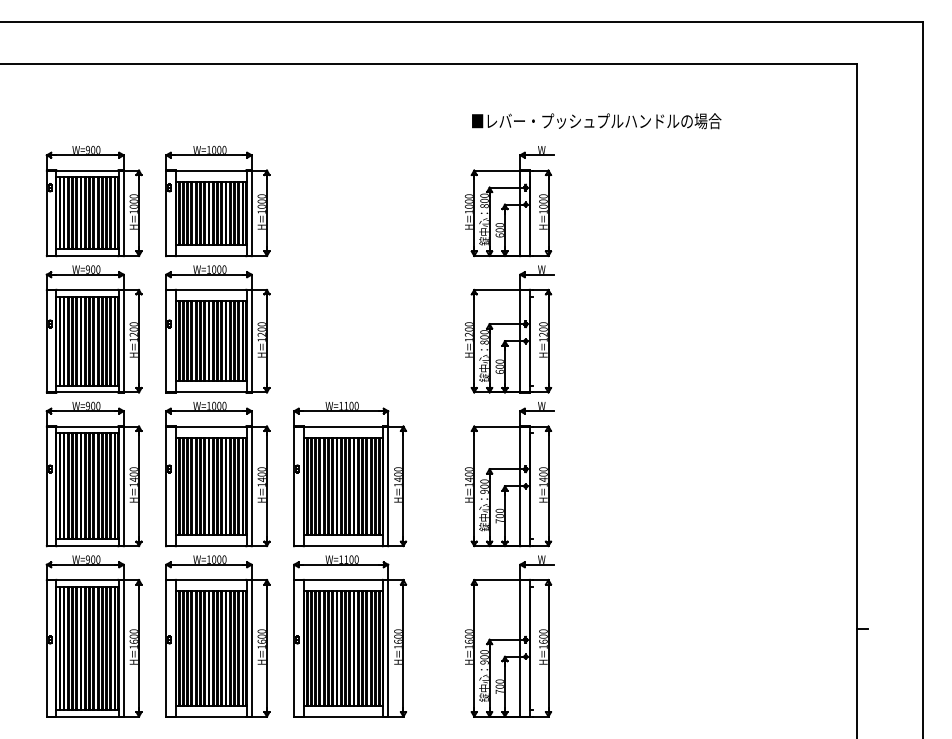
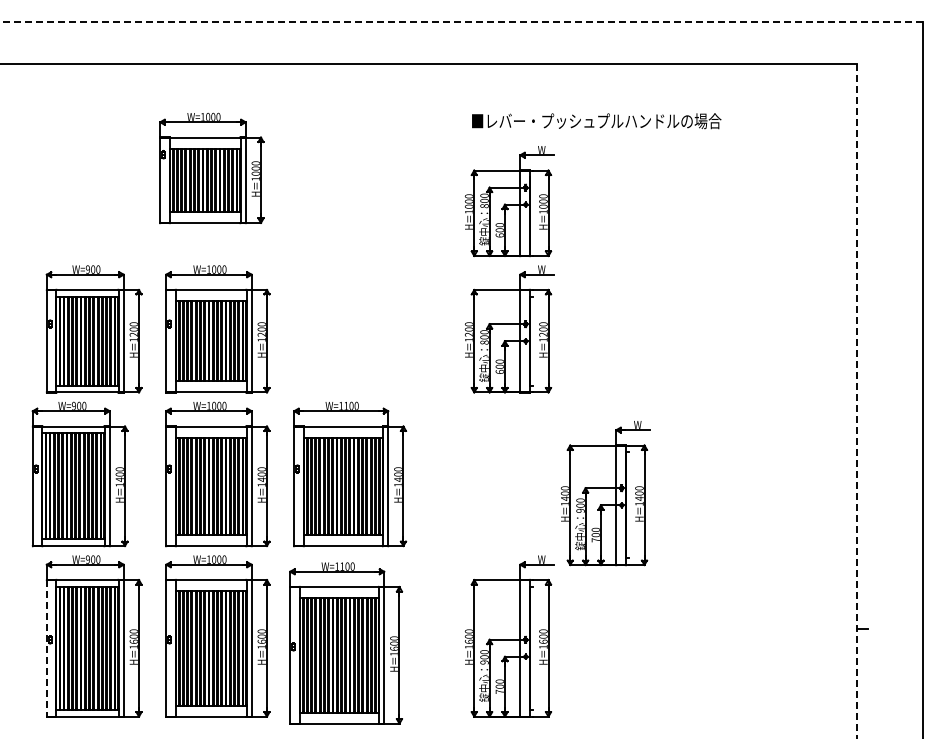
line at (461, 22): solid -> dashed
part at (93, 201): present -> none
part at (217, 201) position: (217, 201) -> (211, 168)
line at (857, 401): solid -> dashed
part at (93, 474) position: (93, 474) -> (79, 474)
part at (509, 474) position: (509, 474) -> (605, 493)
part at (350, 636) position: (350, 636) -> (346, 643)
line at (46, 648): solid -> dashed
